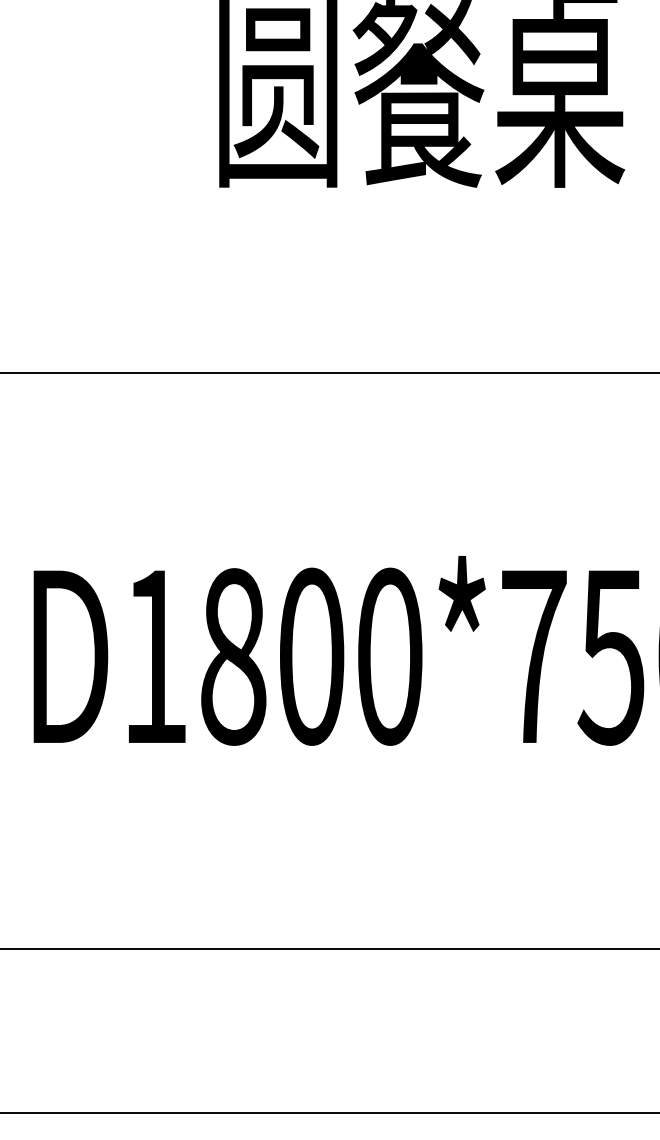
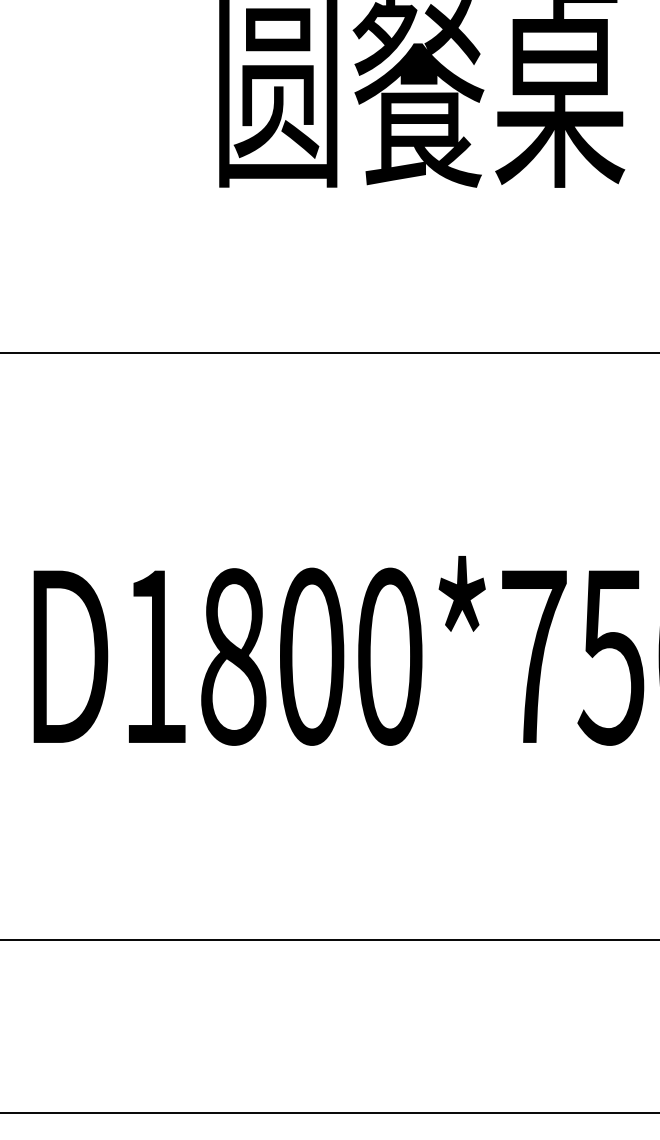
line at (329, 373) position: (329, 373) -> (329, 353)
line at (329, 948) position: (329, 948) -> (329, 939)
